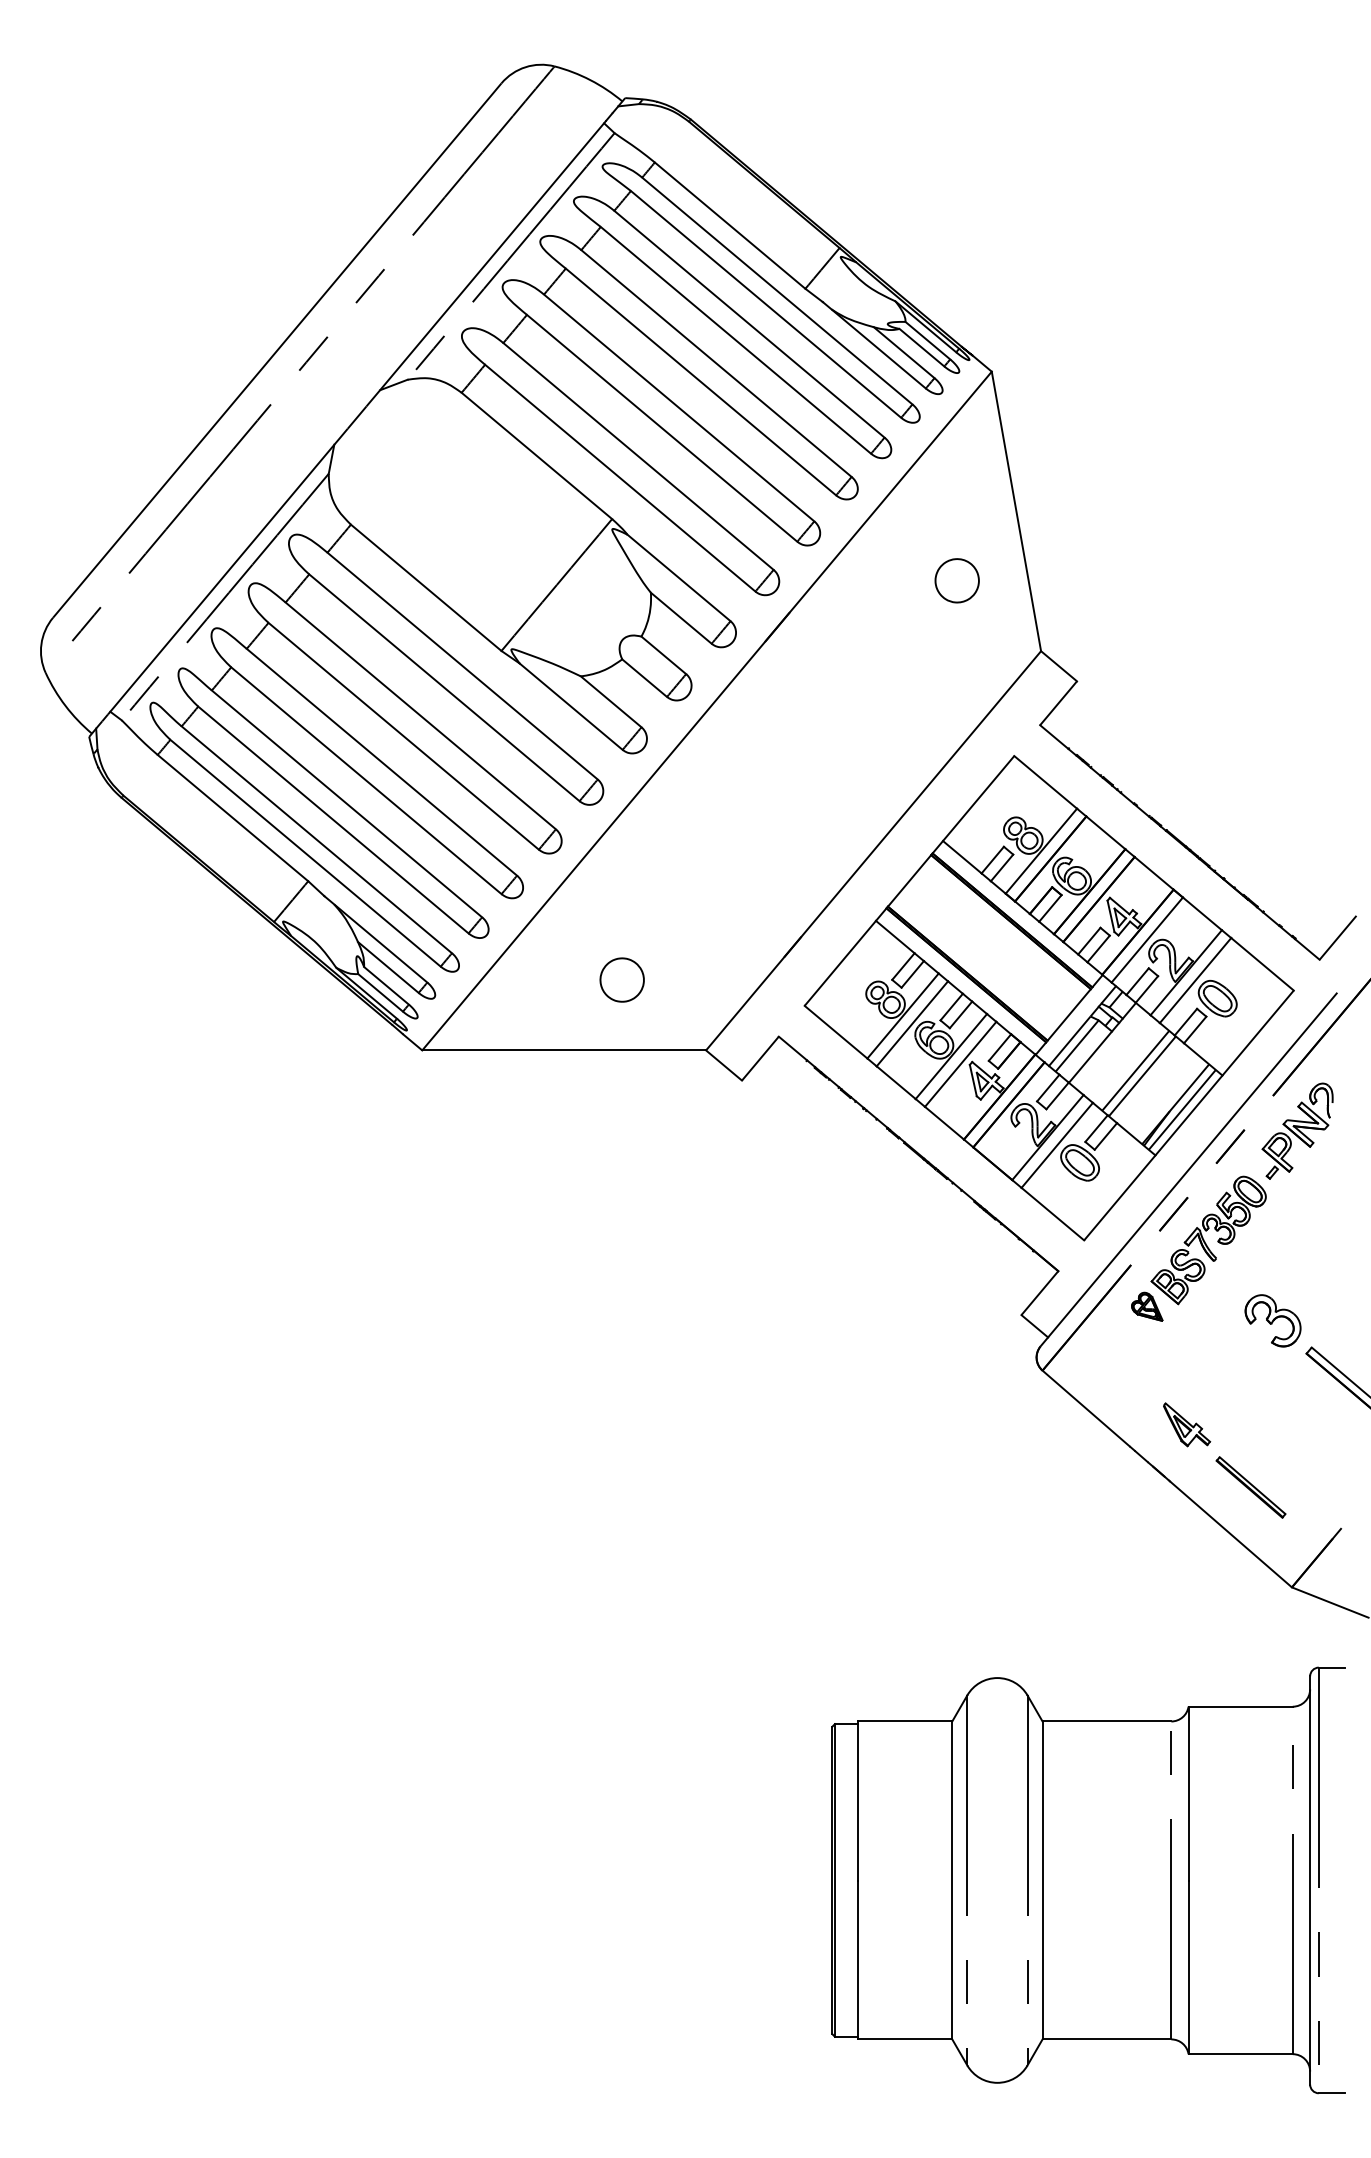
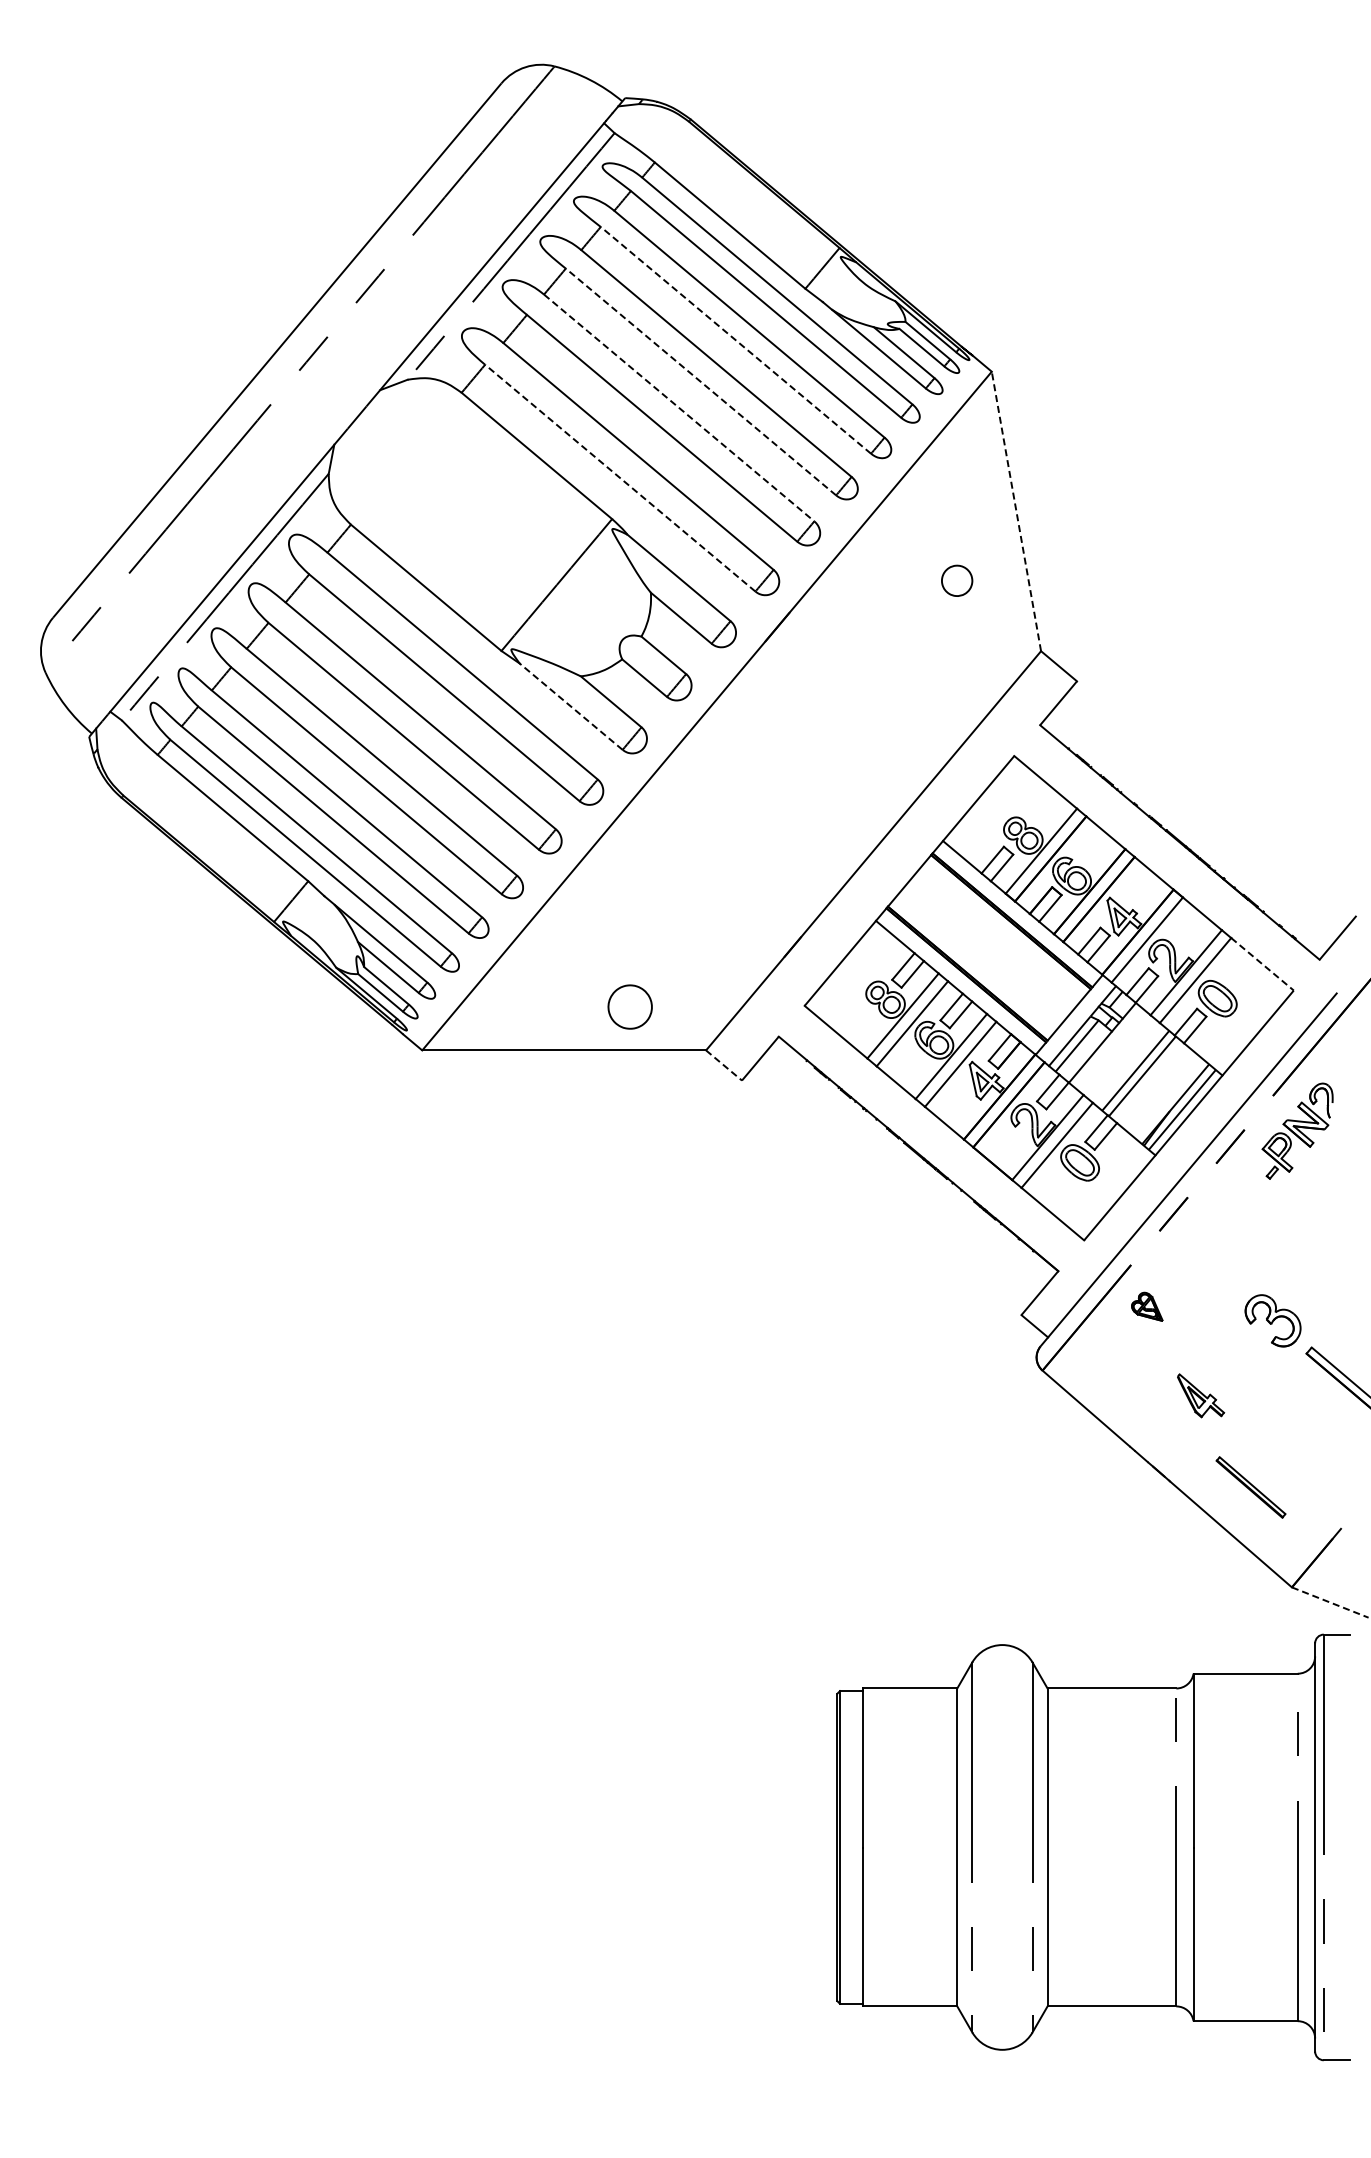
line at (735, 340): solid -> dashed
line at (700, 381): solid -> dashed
line at (679, 408): solid -> dashed
line at (619, 477): solid -> dashed
line at (1016, 511): solid -> dashed
part at (956, 580) size: 46x46 px -> 33x33 px
line at (570, 706): solid -> dashed
line at (1262, 964): solid -> dashed
part at (621, 979) position: (621, 979) -> (629, 1006)
line at (724, 1065): solid -> dashed
part at (1208, 1240): present -> none
part at (1187, 1424) position: (1187, 1424) -> (1201, 1395)
line at (1330, 1602): solid -> dashed
part at (1088, 1880) position: (1088, 1880) -> (1093, 1847)
